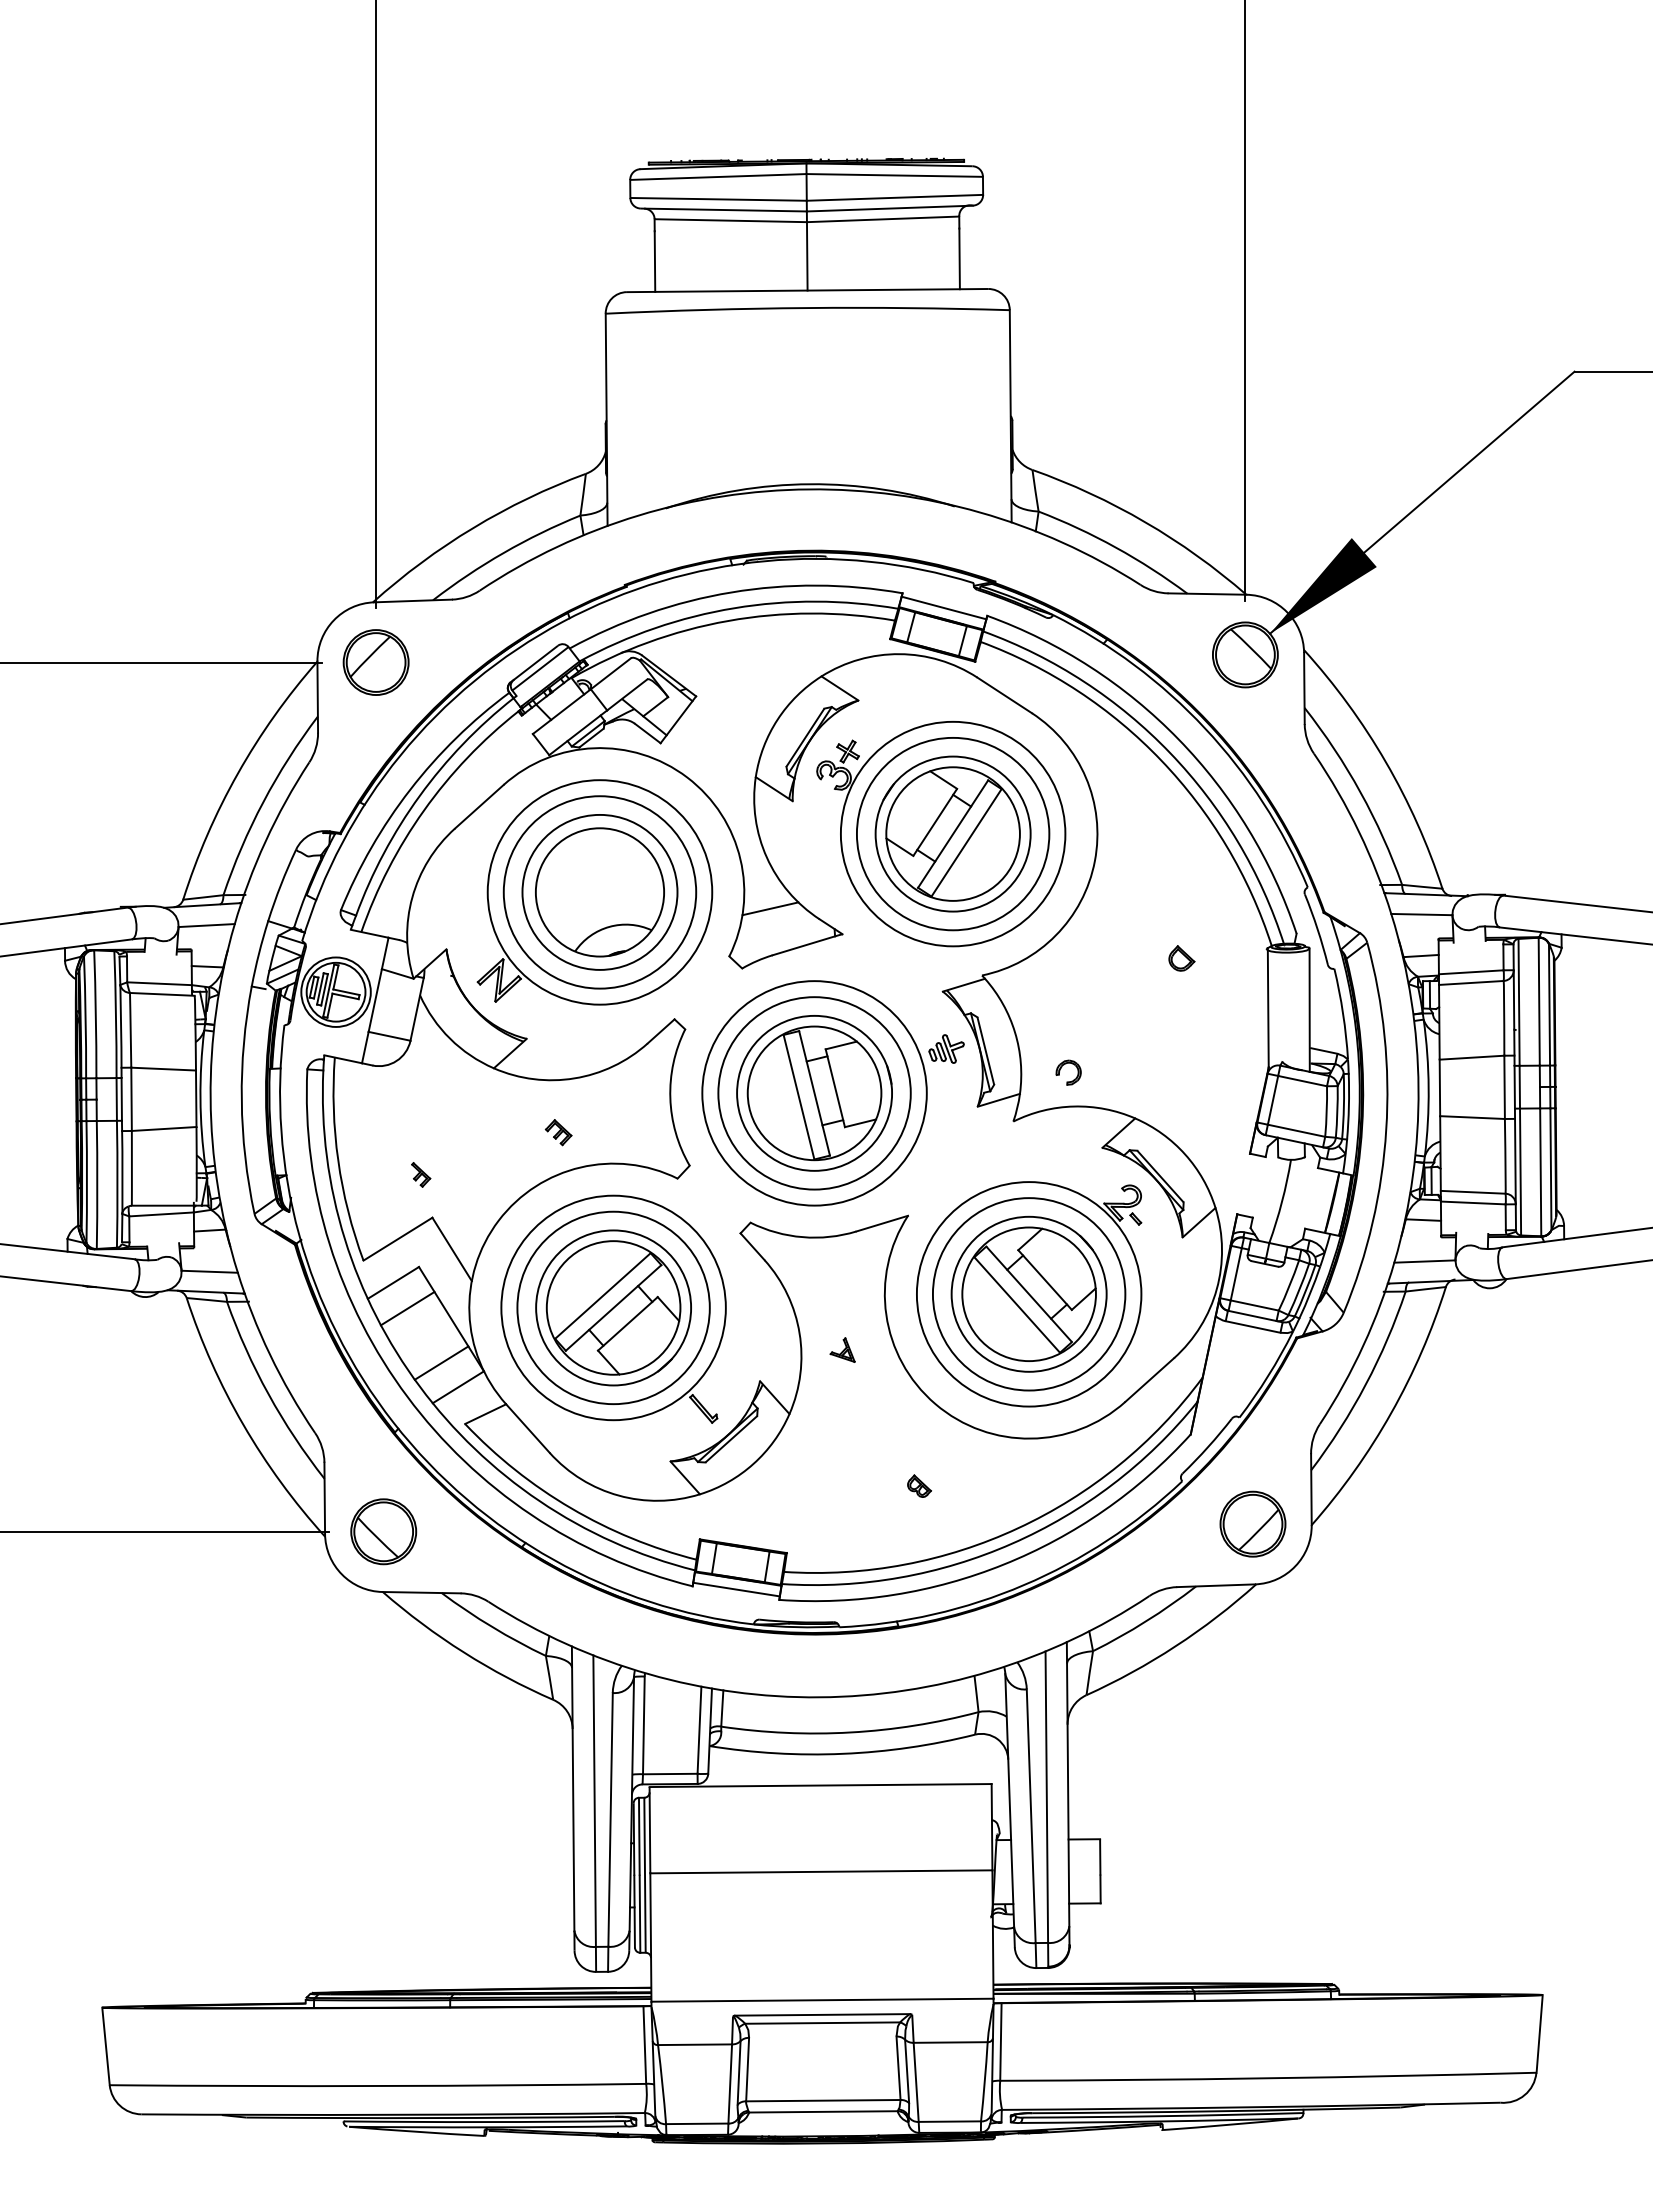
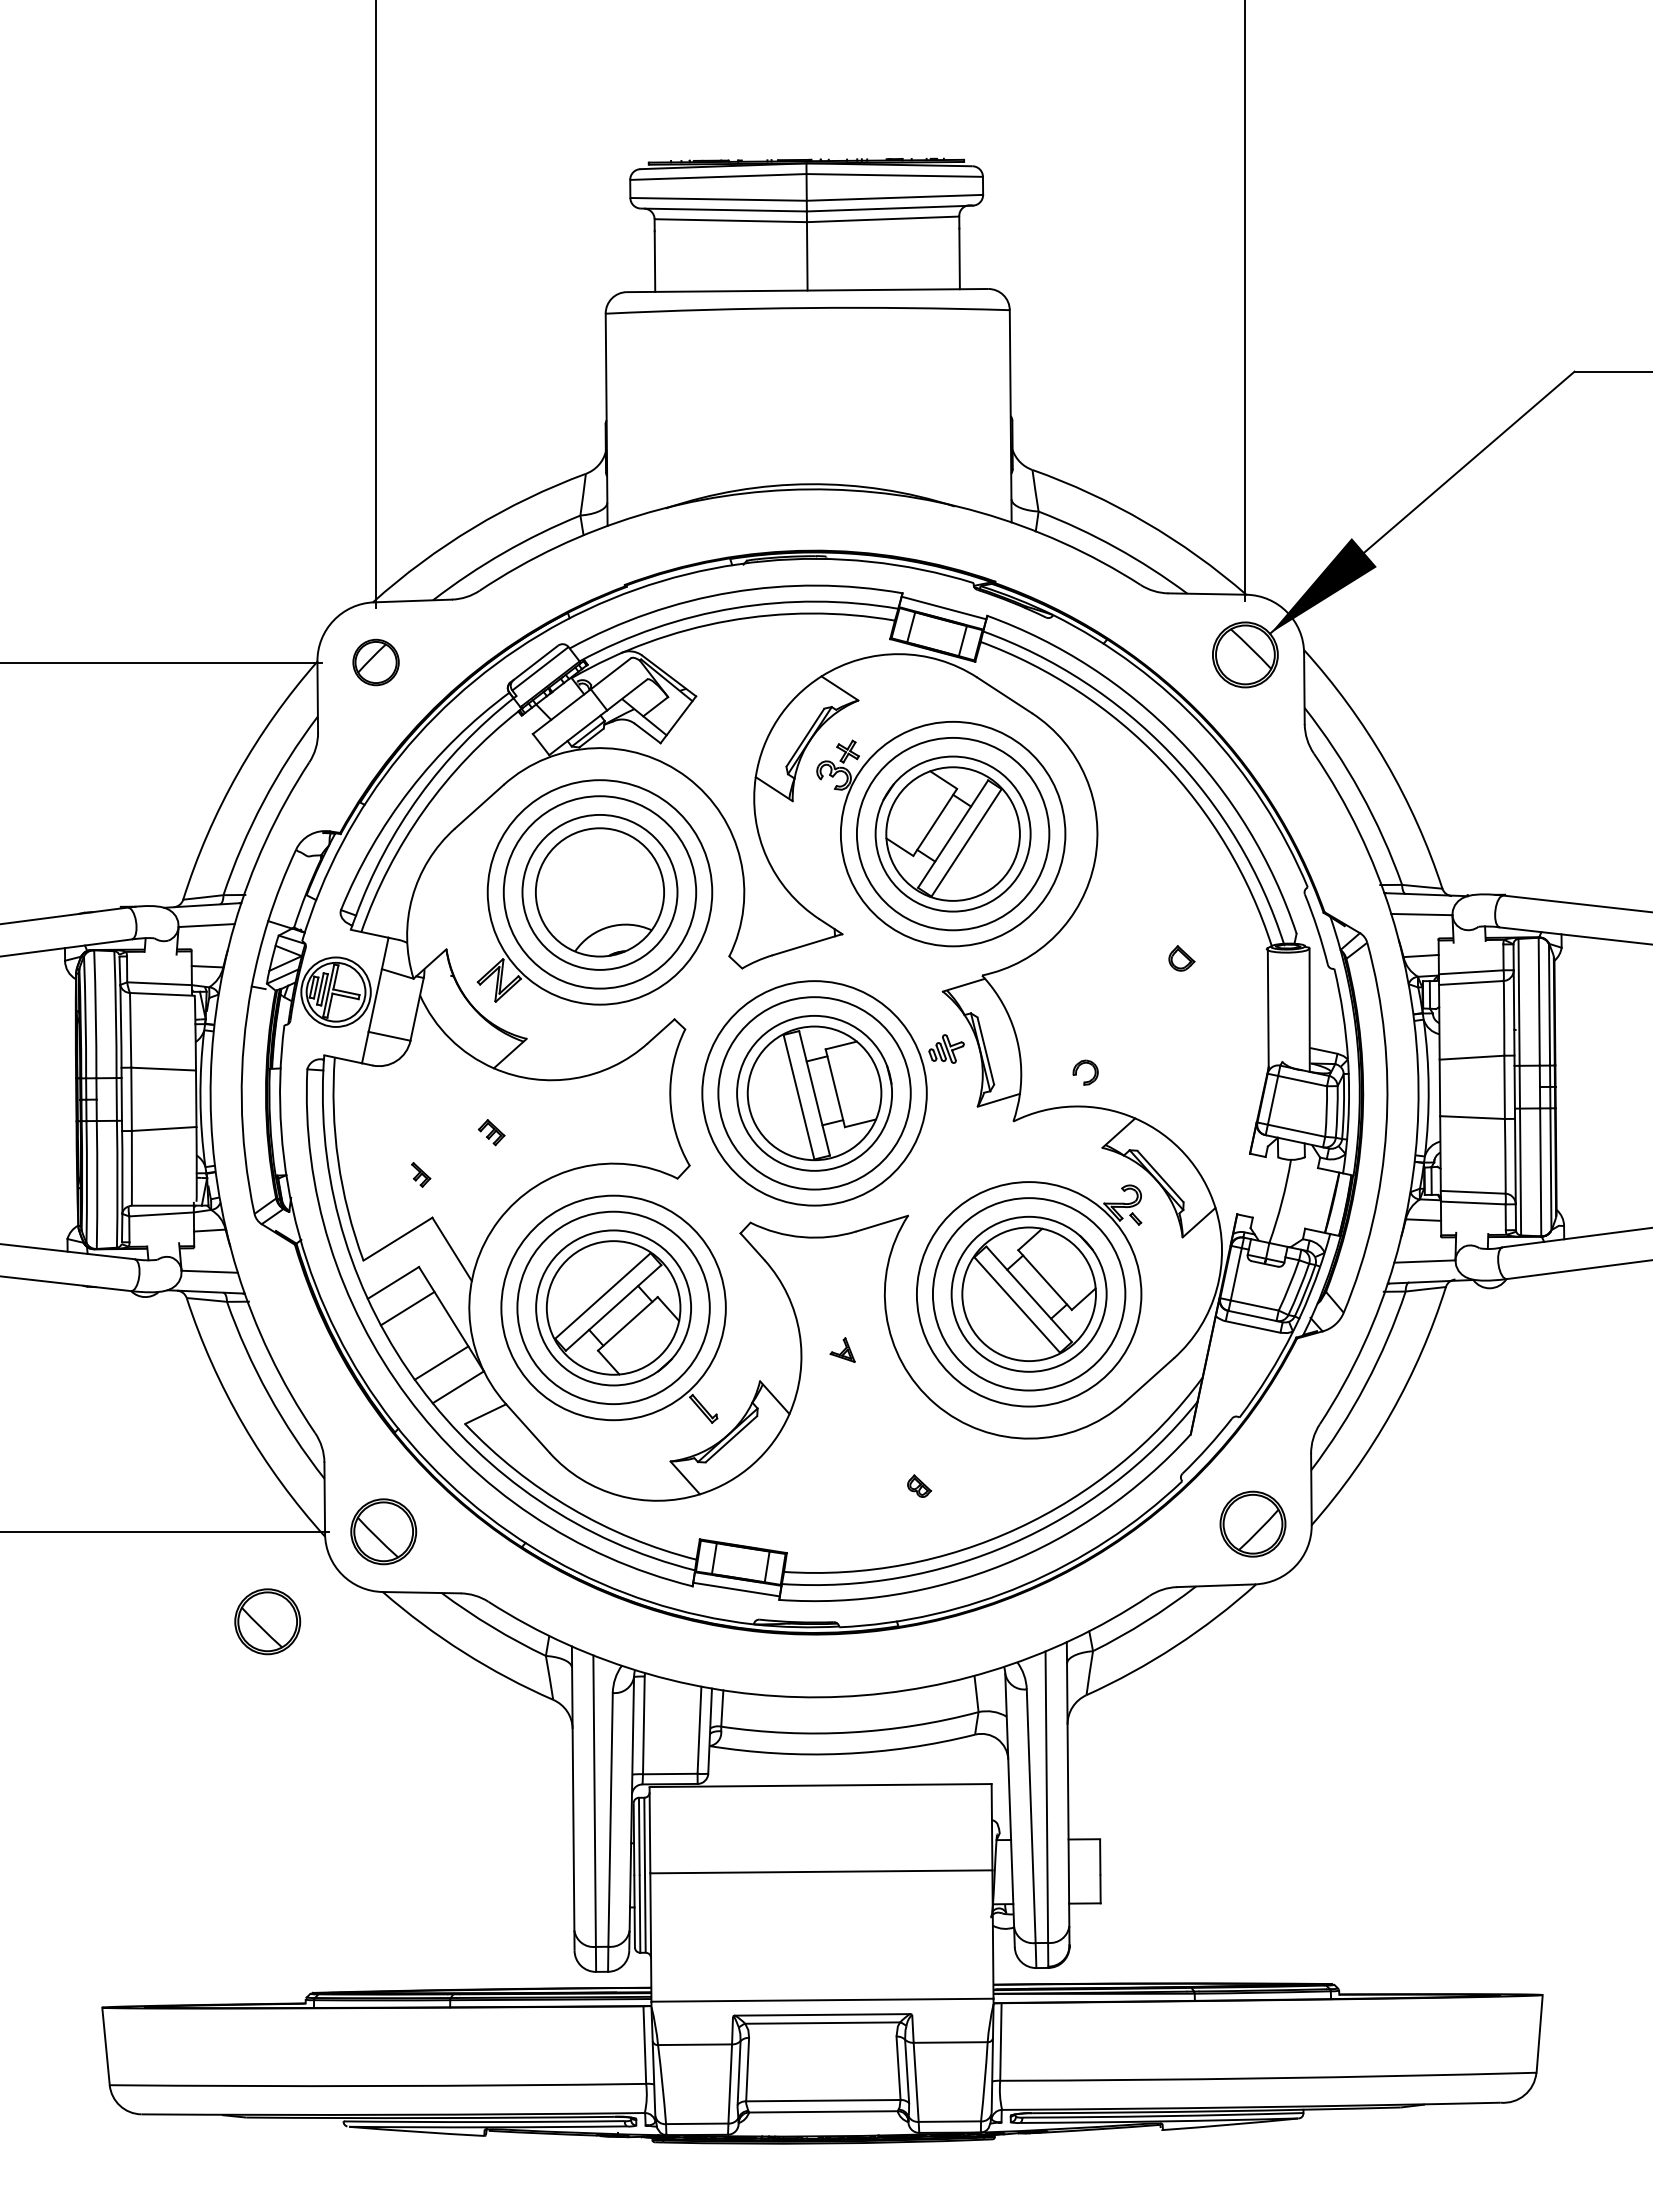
part at (375, 662) size: 68x67 px -> 48x49 px
line at (770, 908): present -> none
part at (1062, 1067) position: (1062, 1067) -> (1079, 1067)
part at (558, 1132) position: (558, 1132) -> (491, 1132)
part at (267, 1621): none -> present
